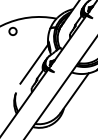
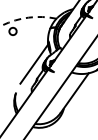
arc at (28, 17): solid -> dashed
